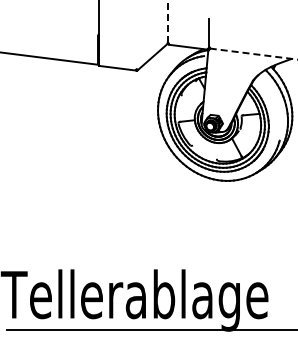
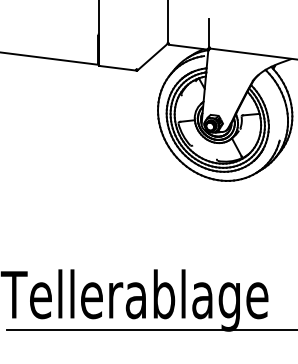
line at (167, 22): dashed -> solid
line at (254, 54): dashed -> solid
